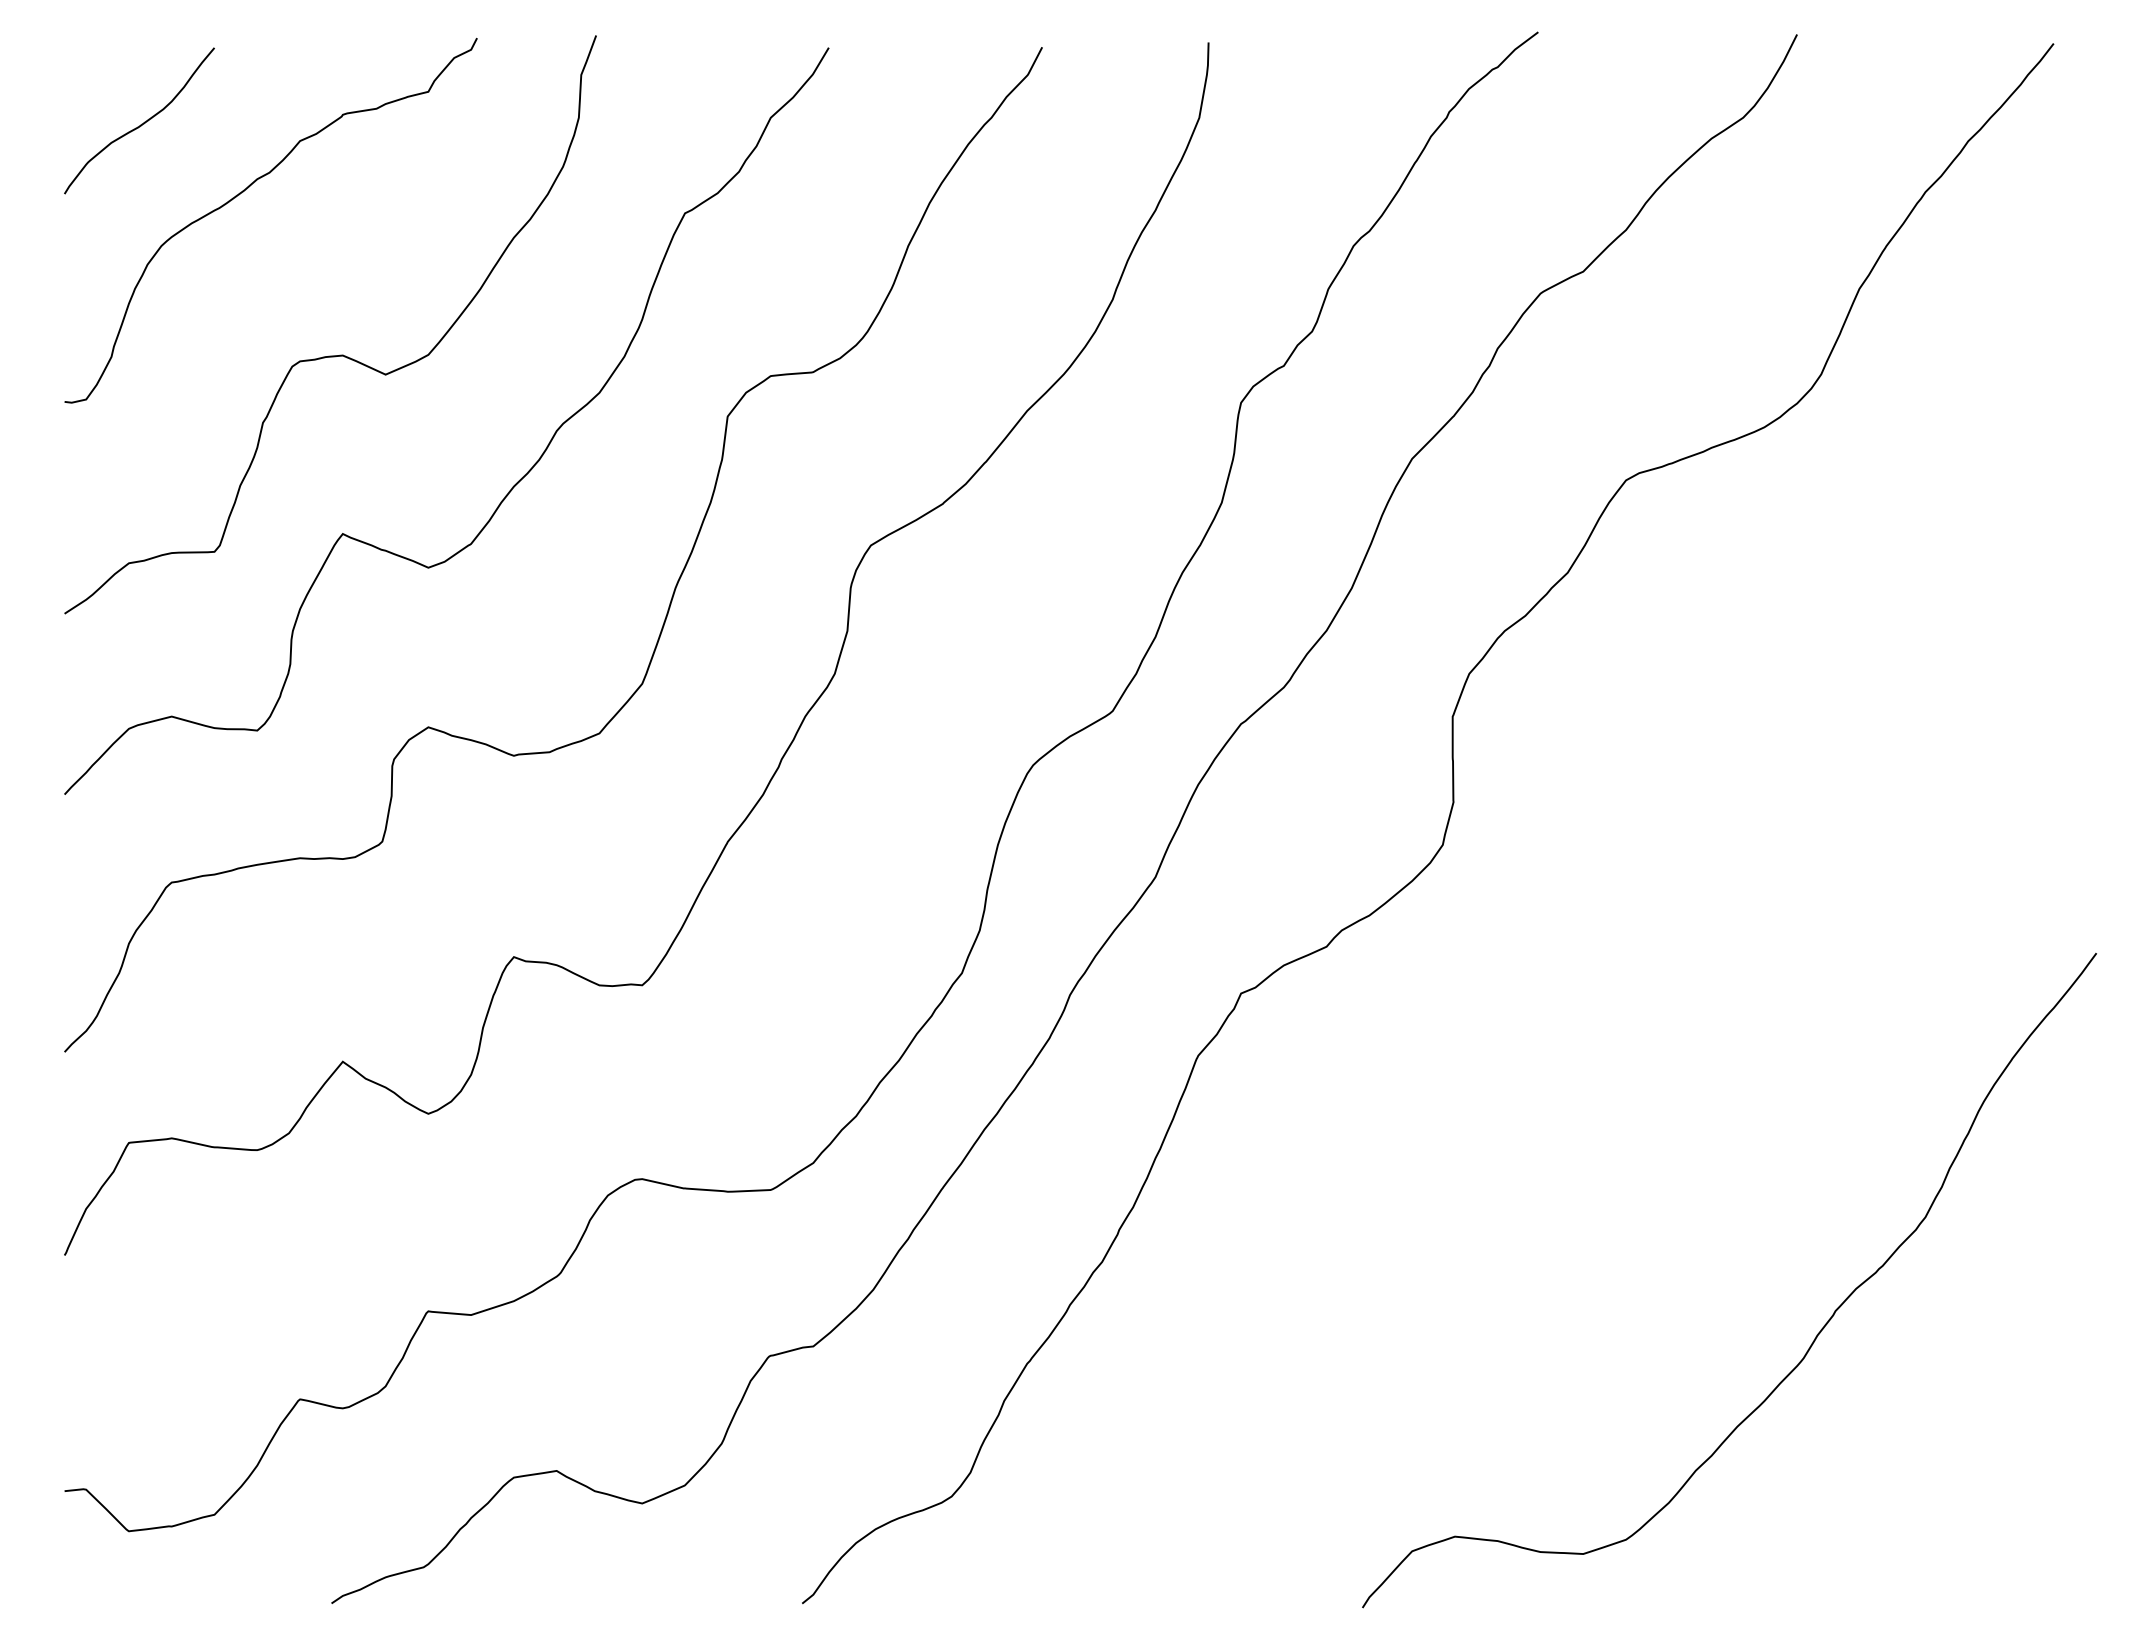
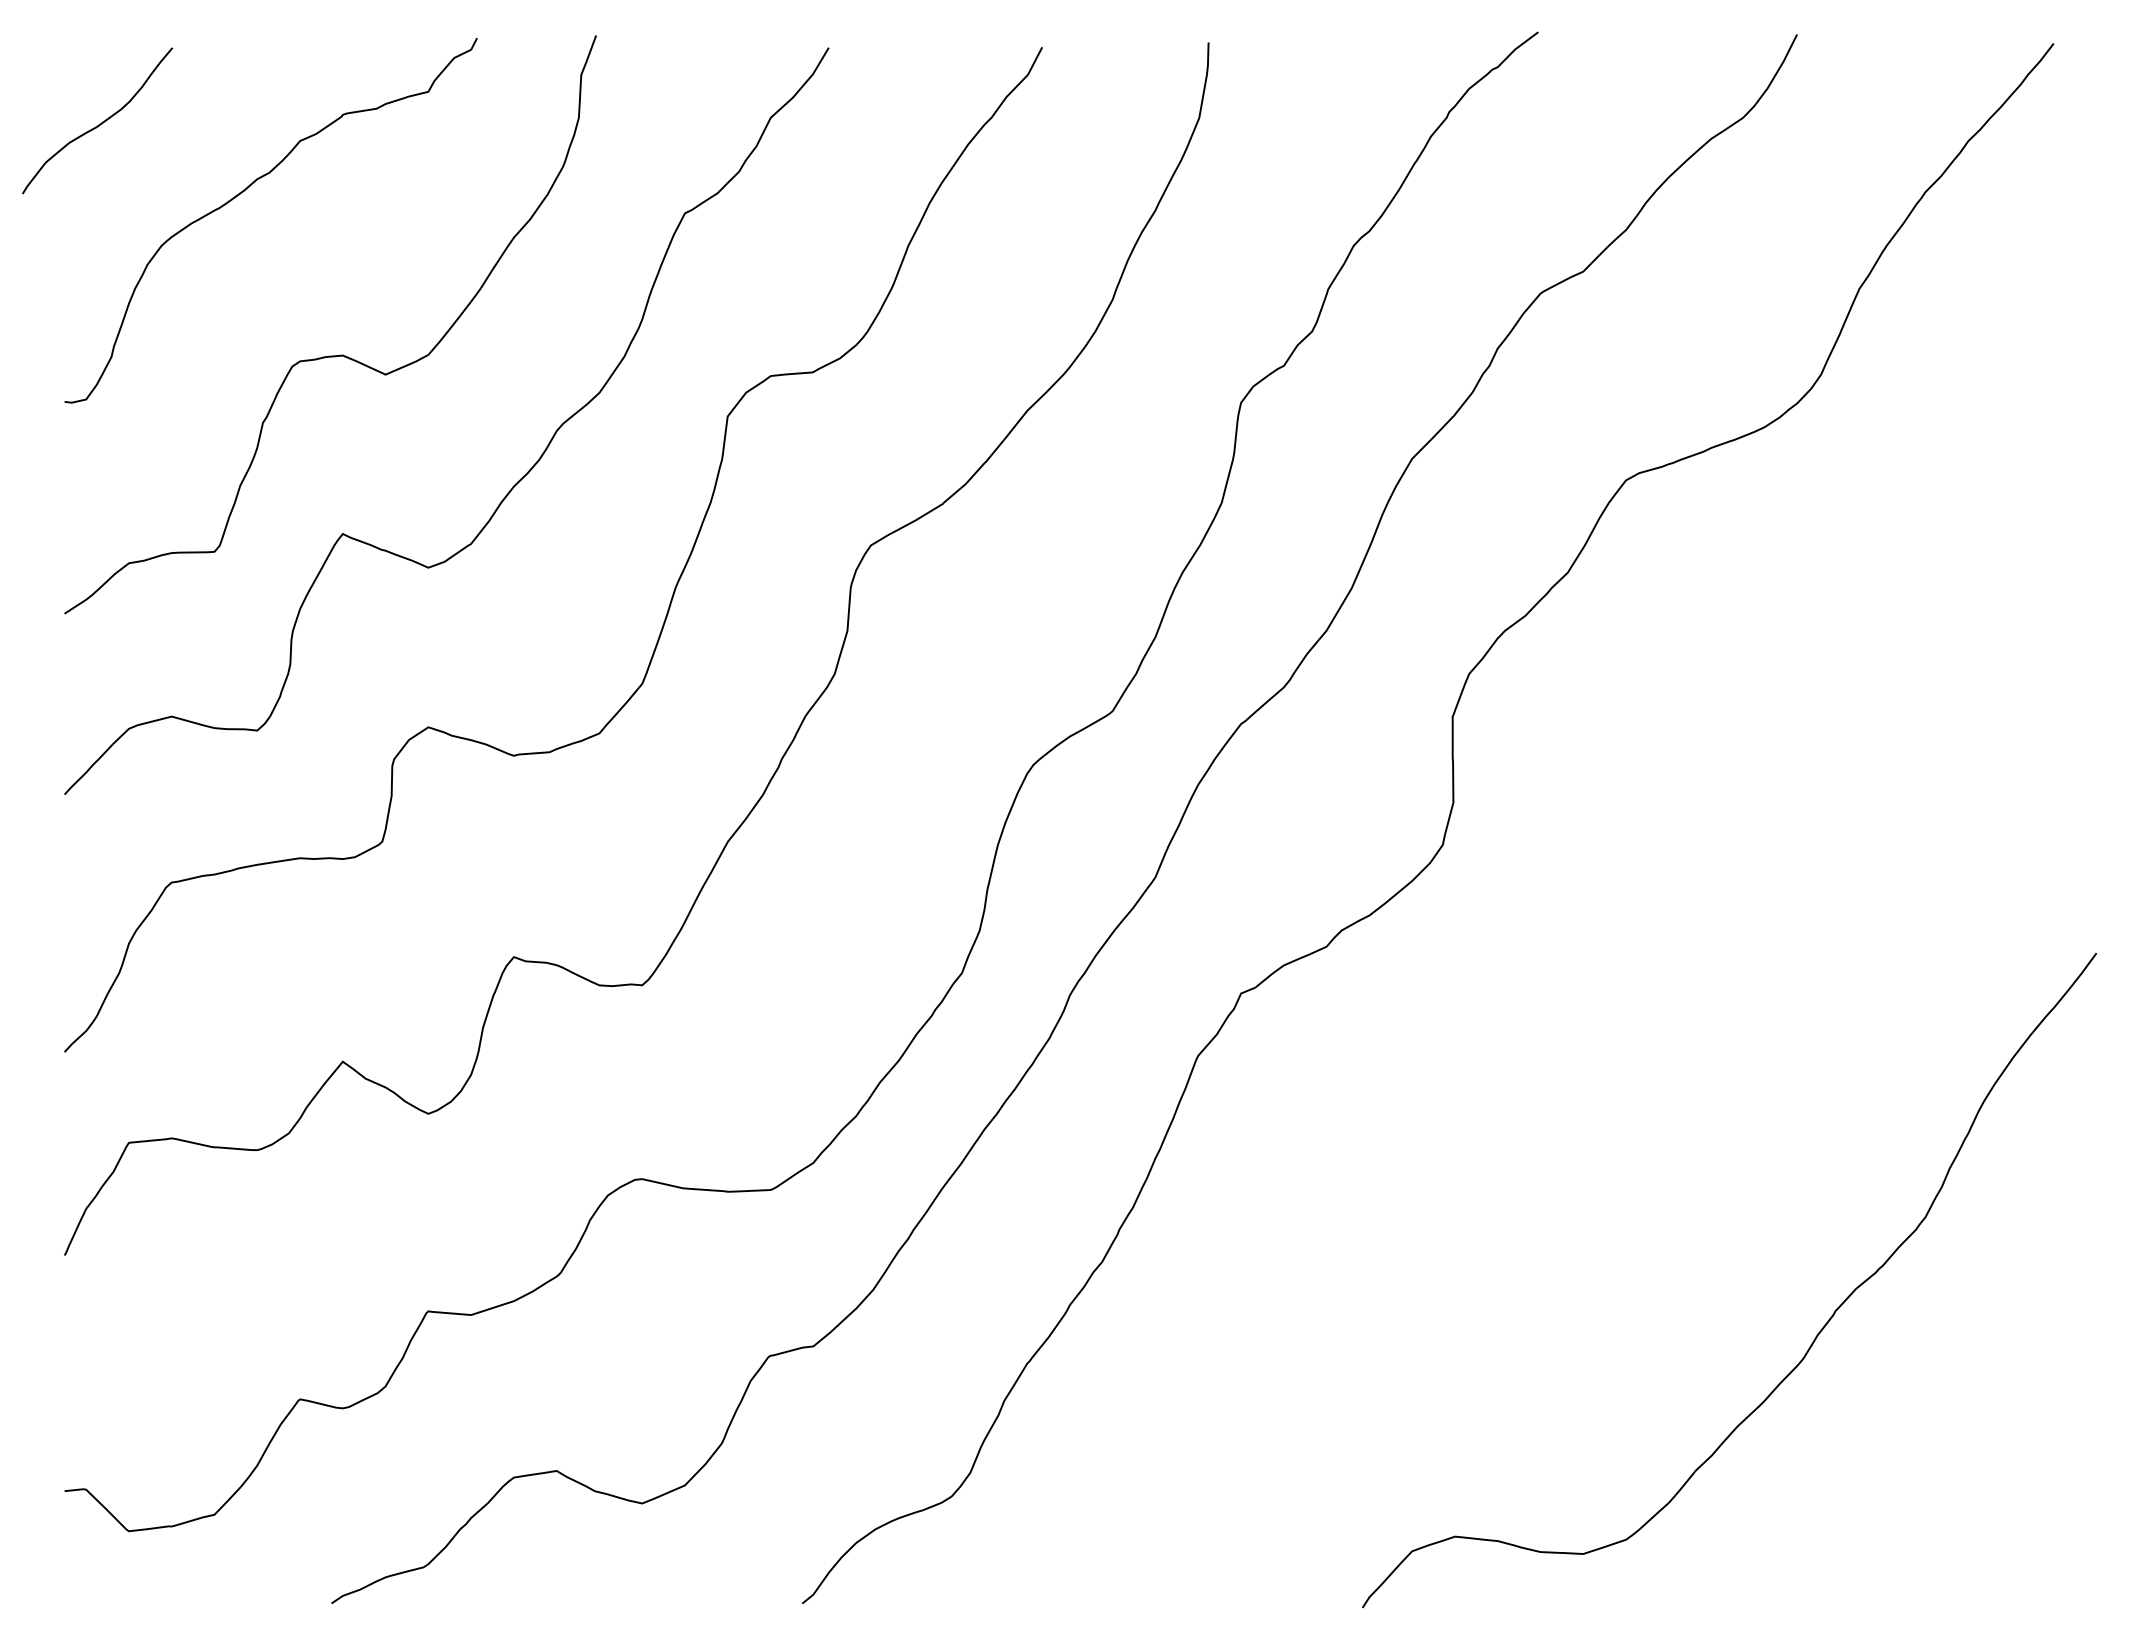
curve at (140, 124) position: (140, 124) -> (98, 124)
